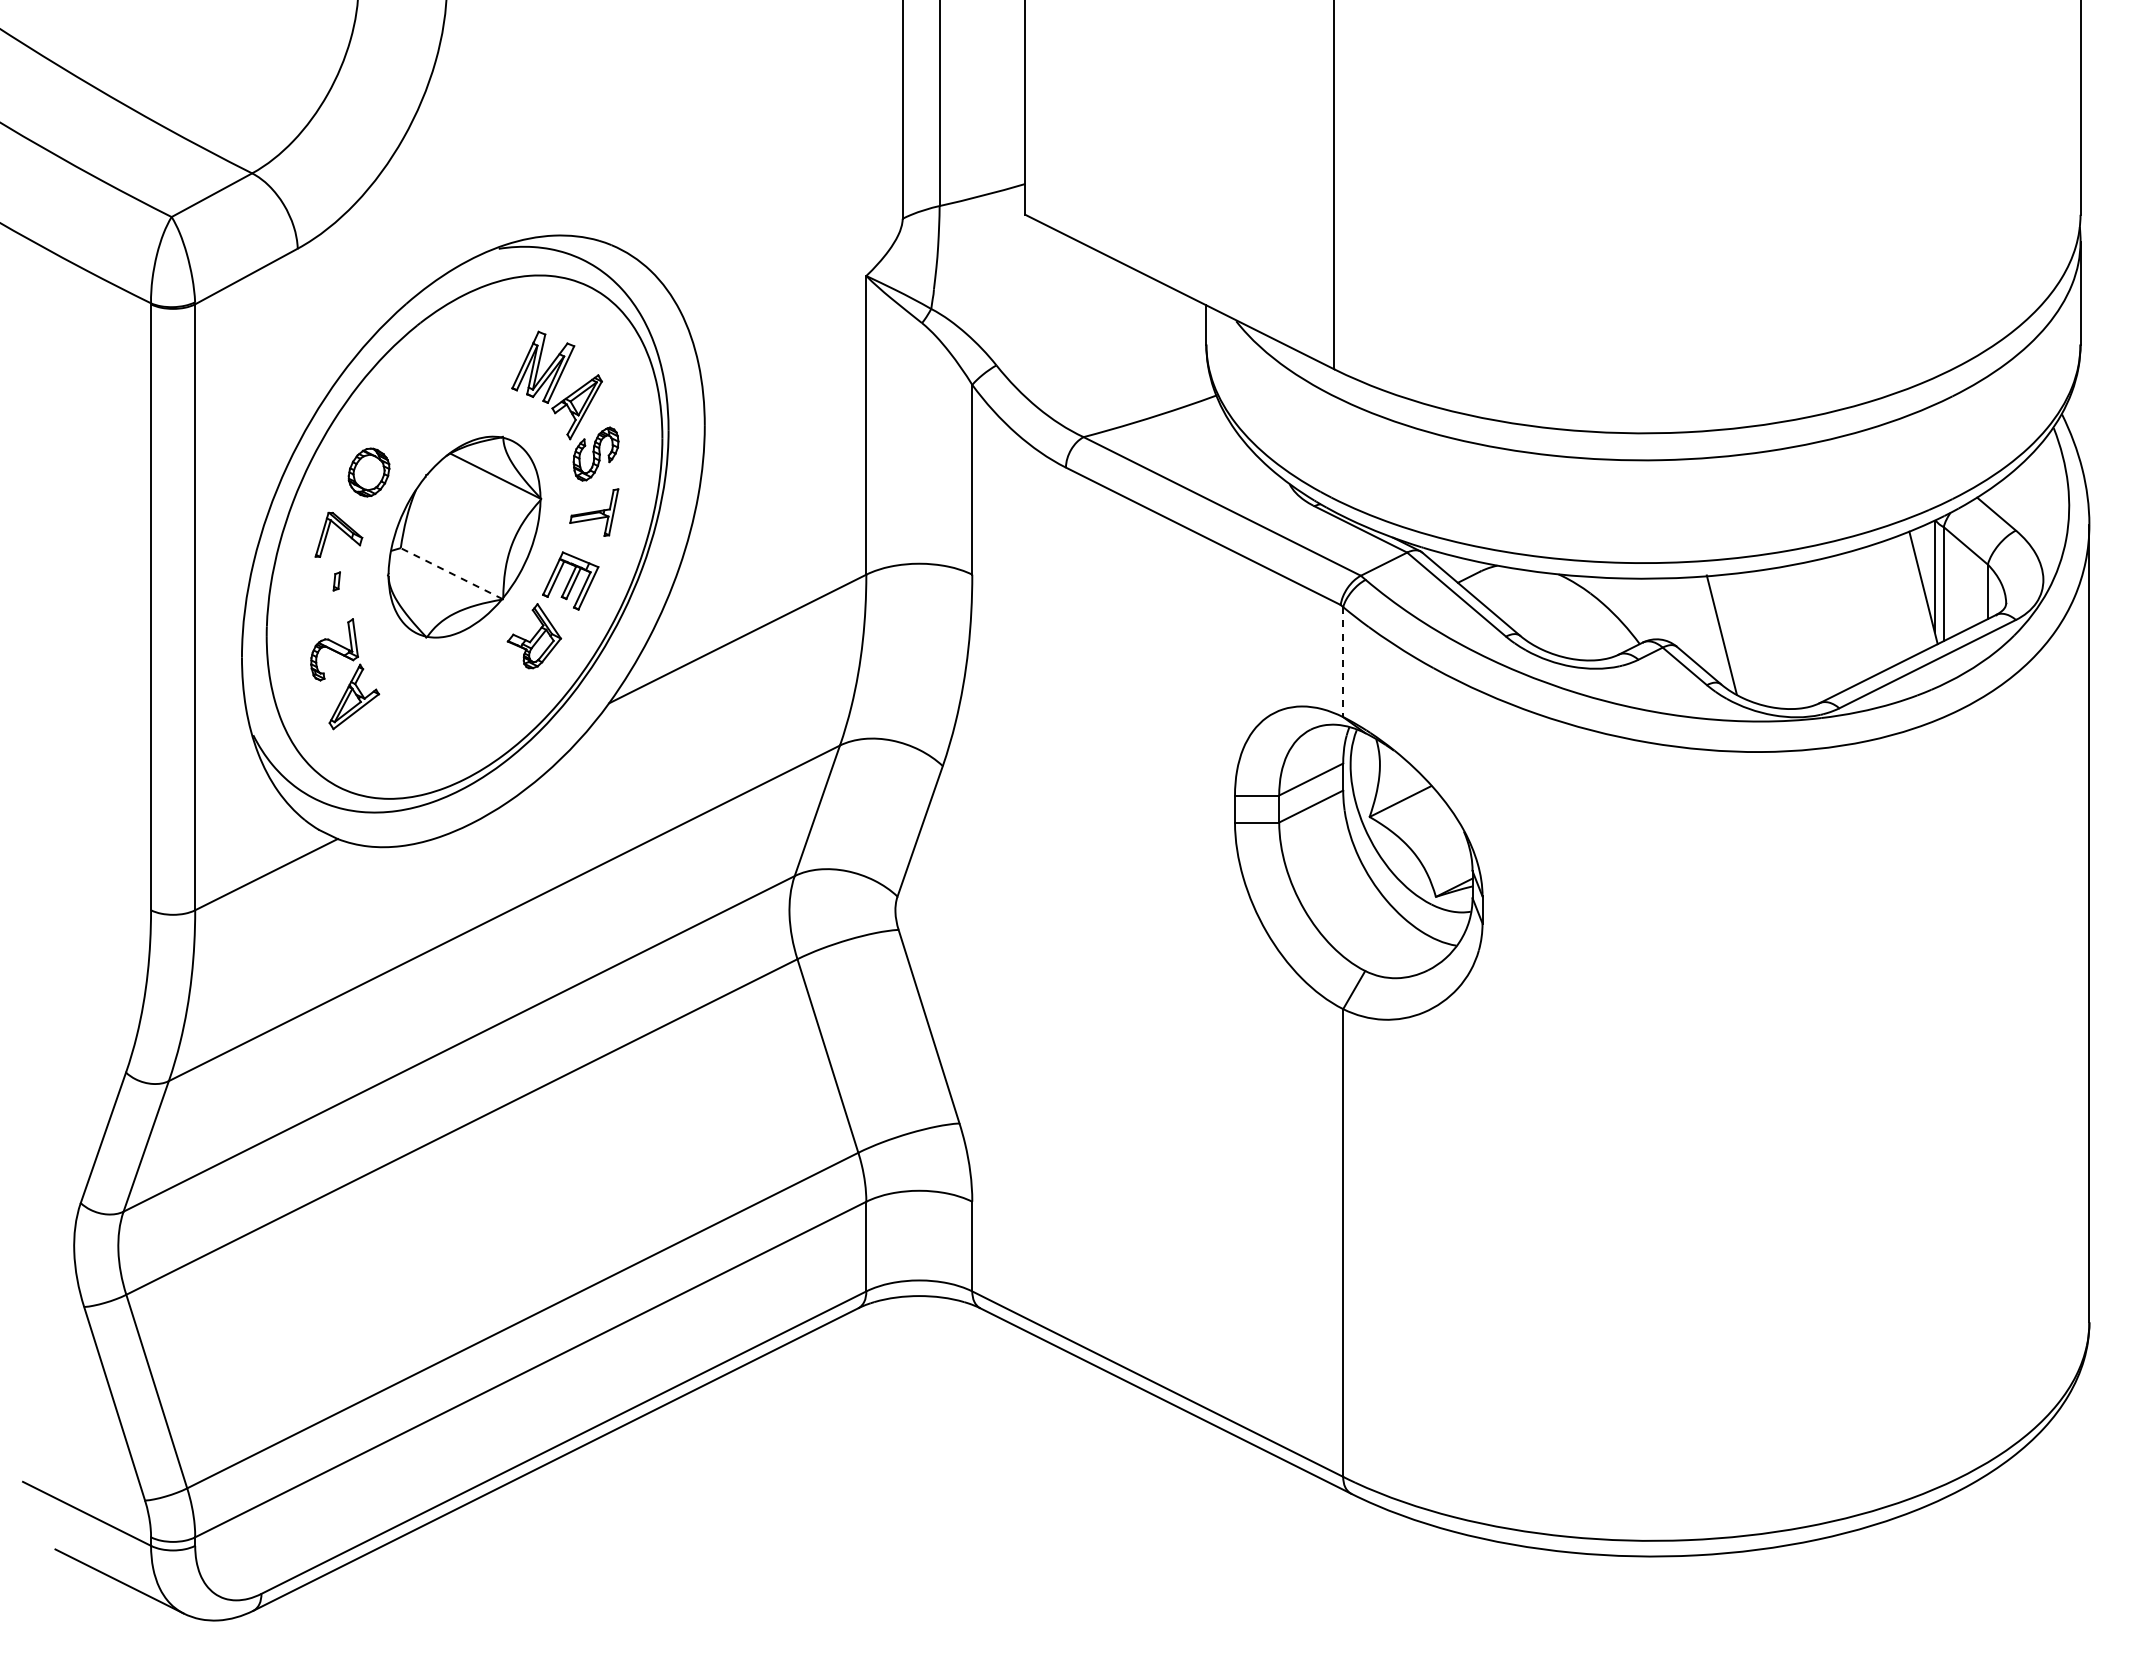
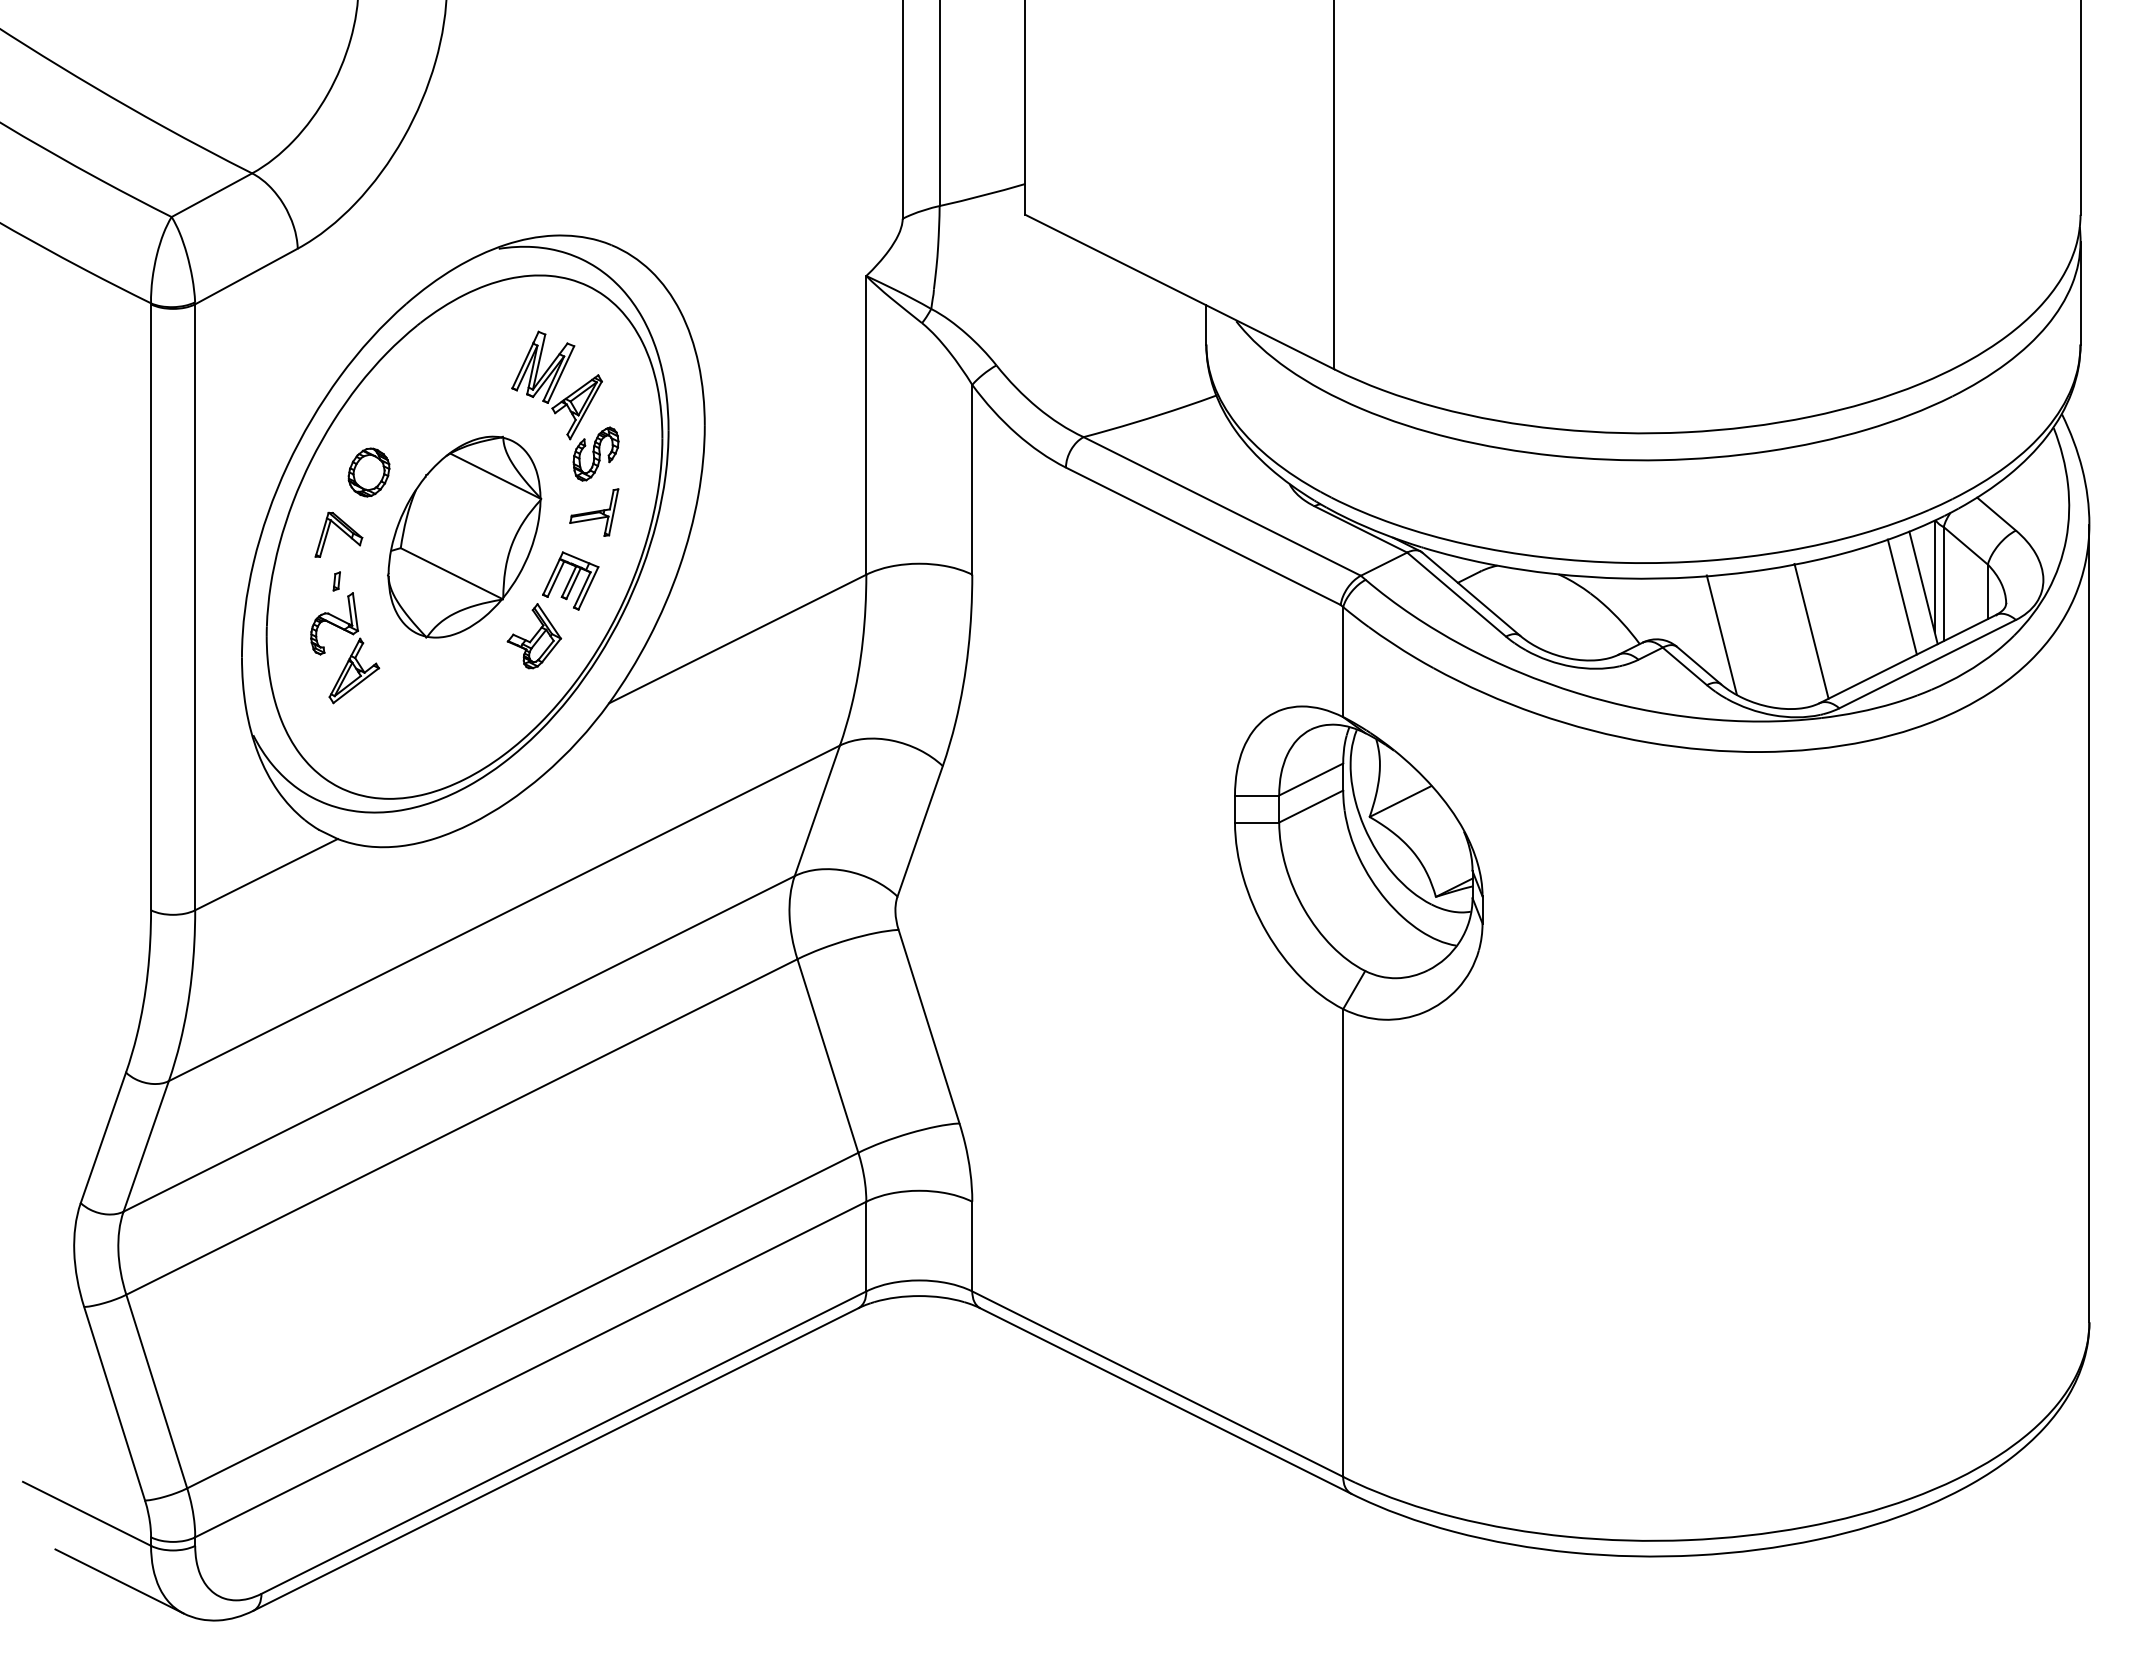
line at (451, 573): dashed -> solid
line at (1901, 596): none -> present
line at (1811, 630): none -> present
line at (1343, 662): dashed -> solid
part at (352, 677) position: (352, 677) -> (352, 651)
